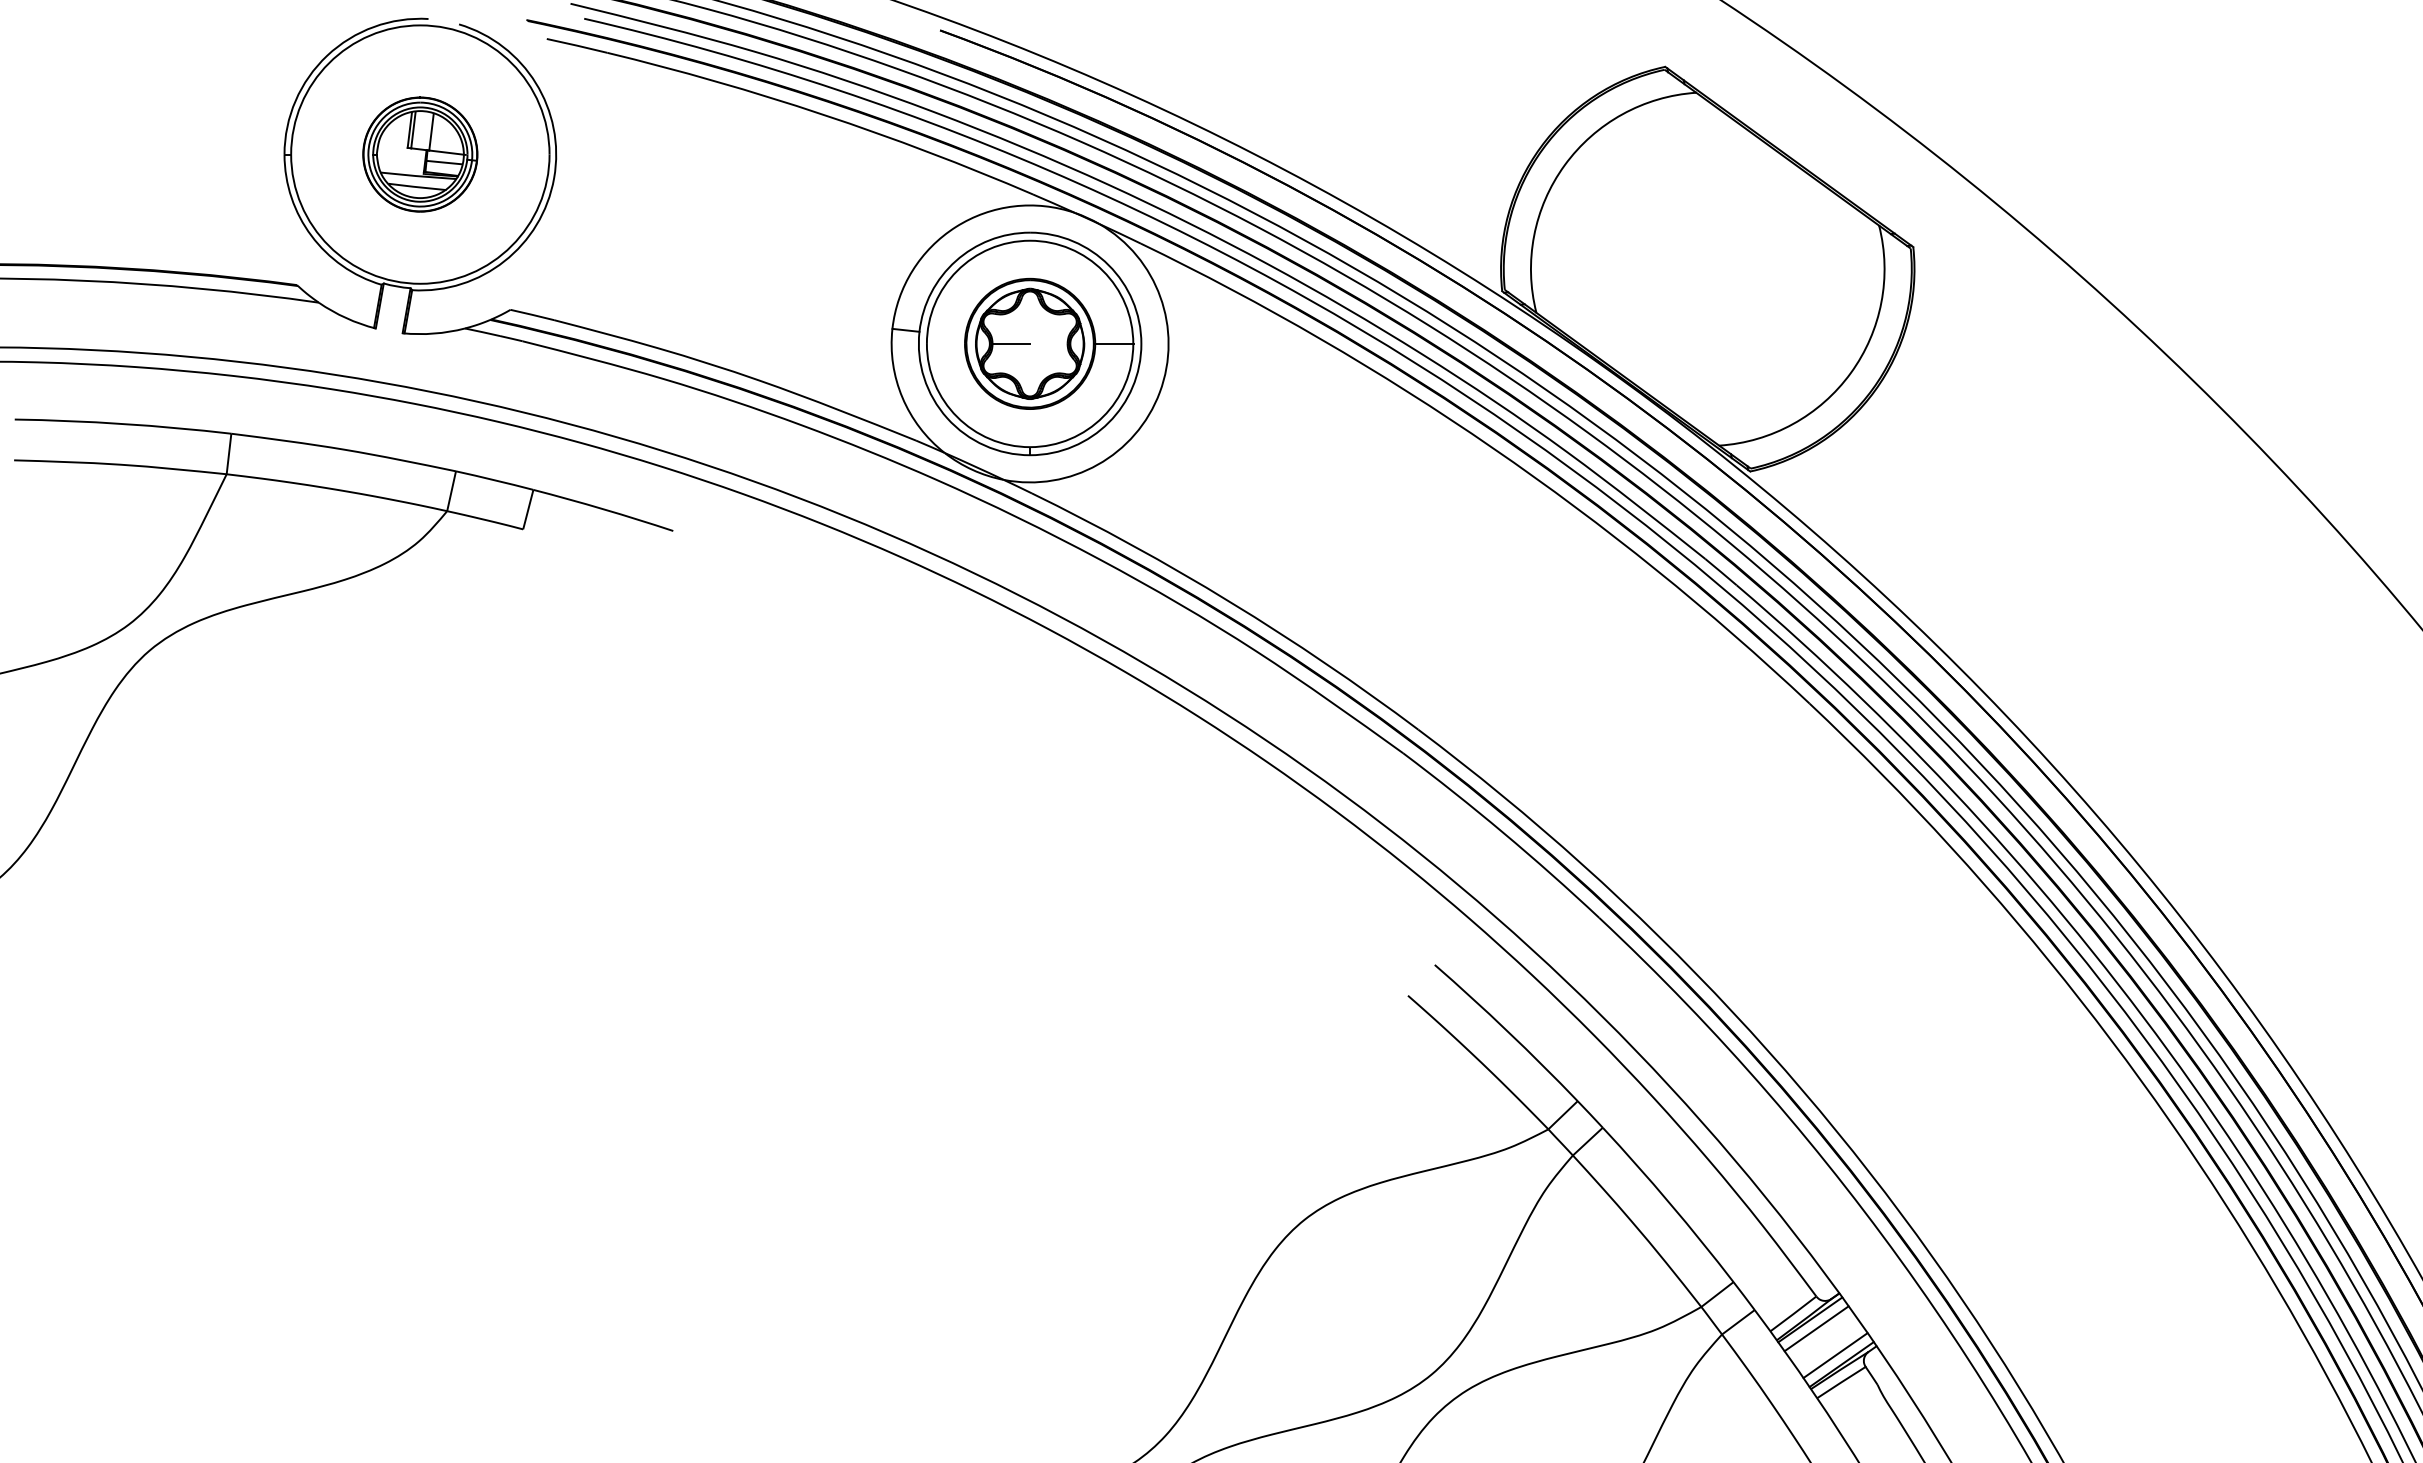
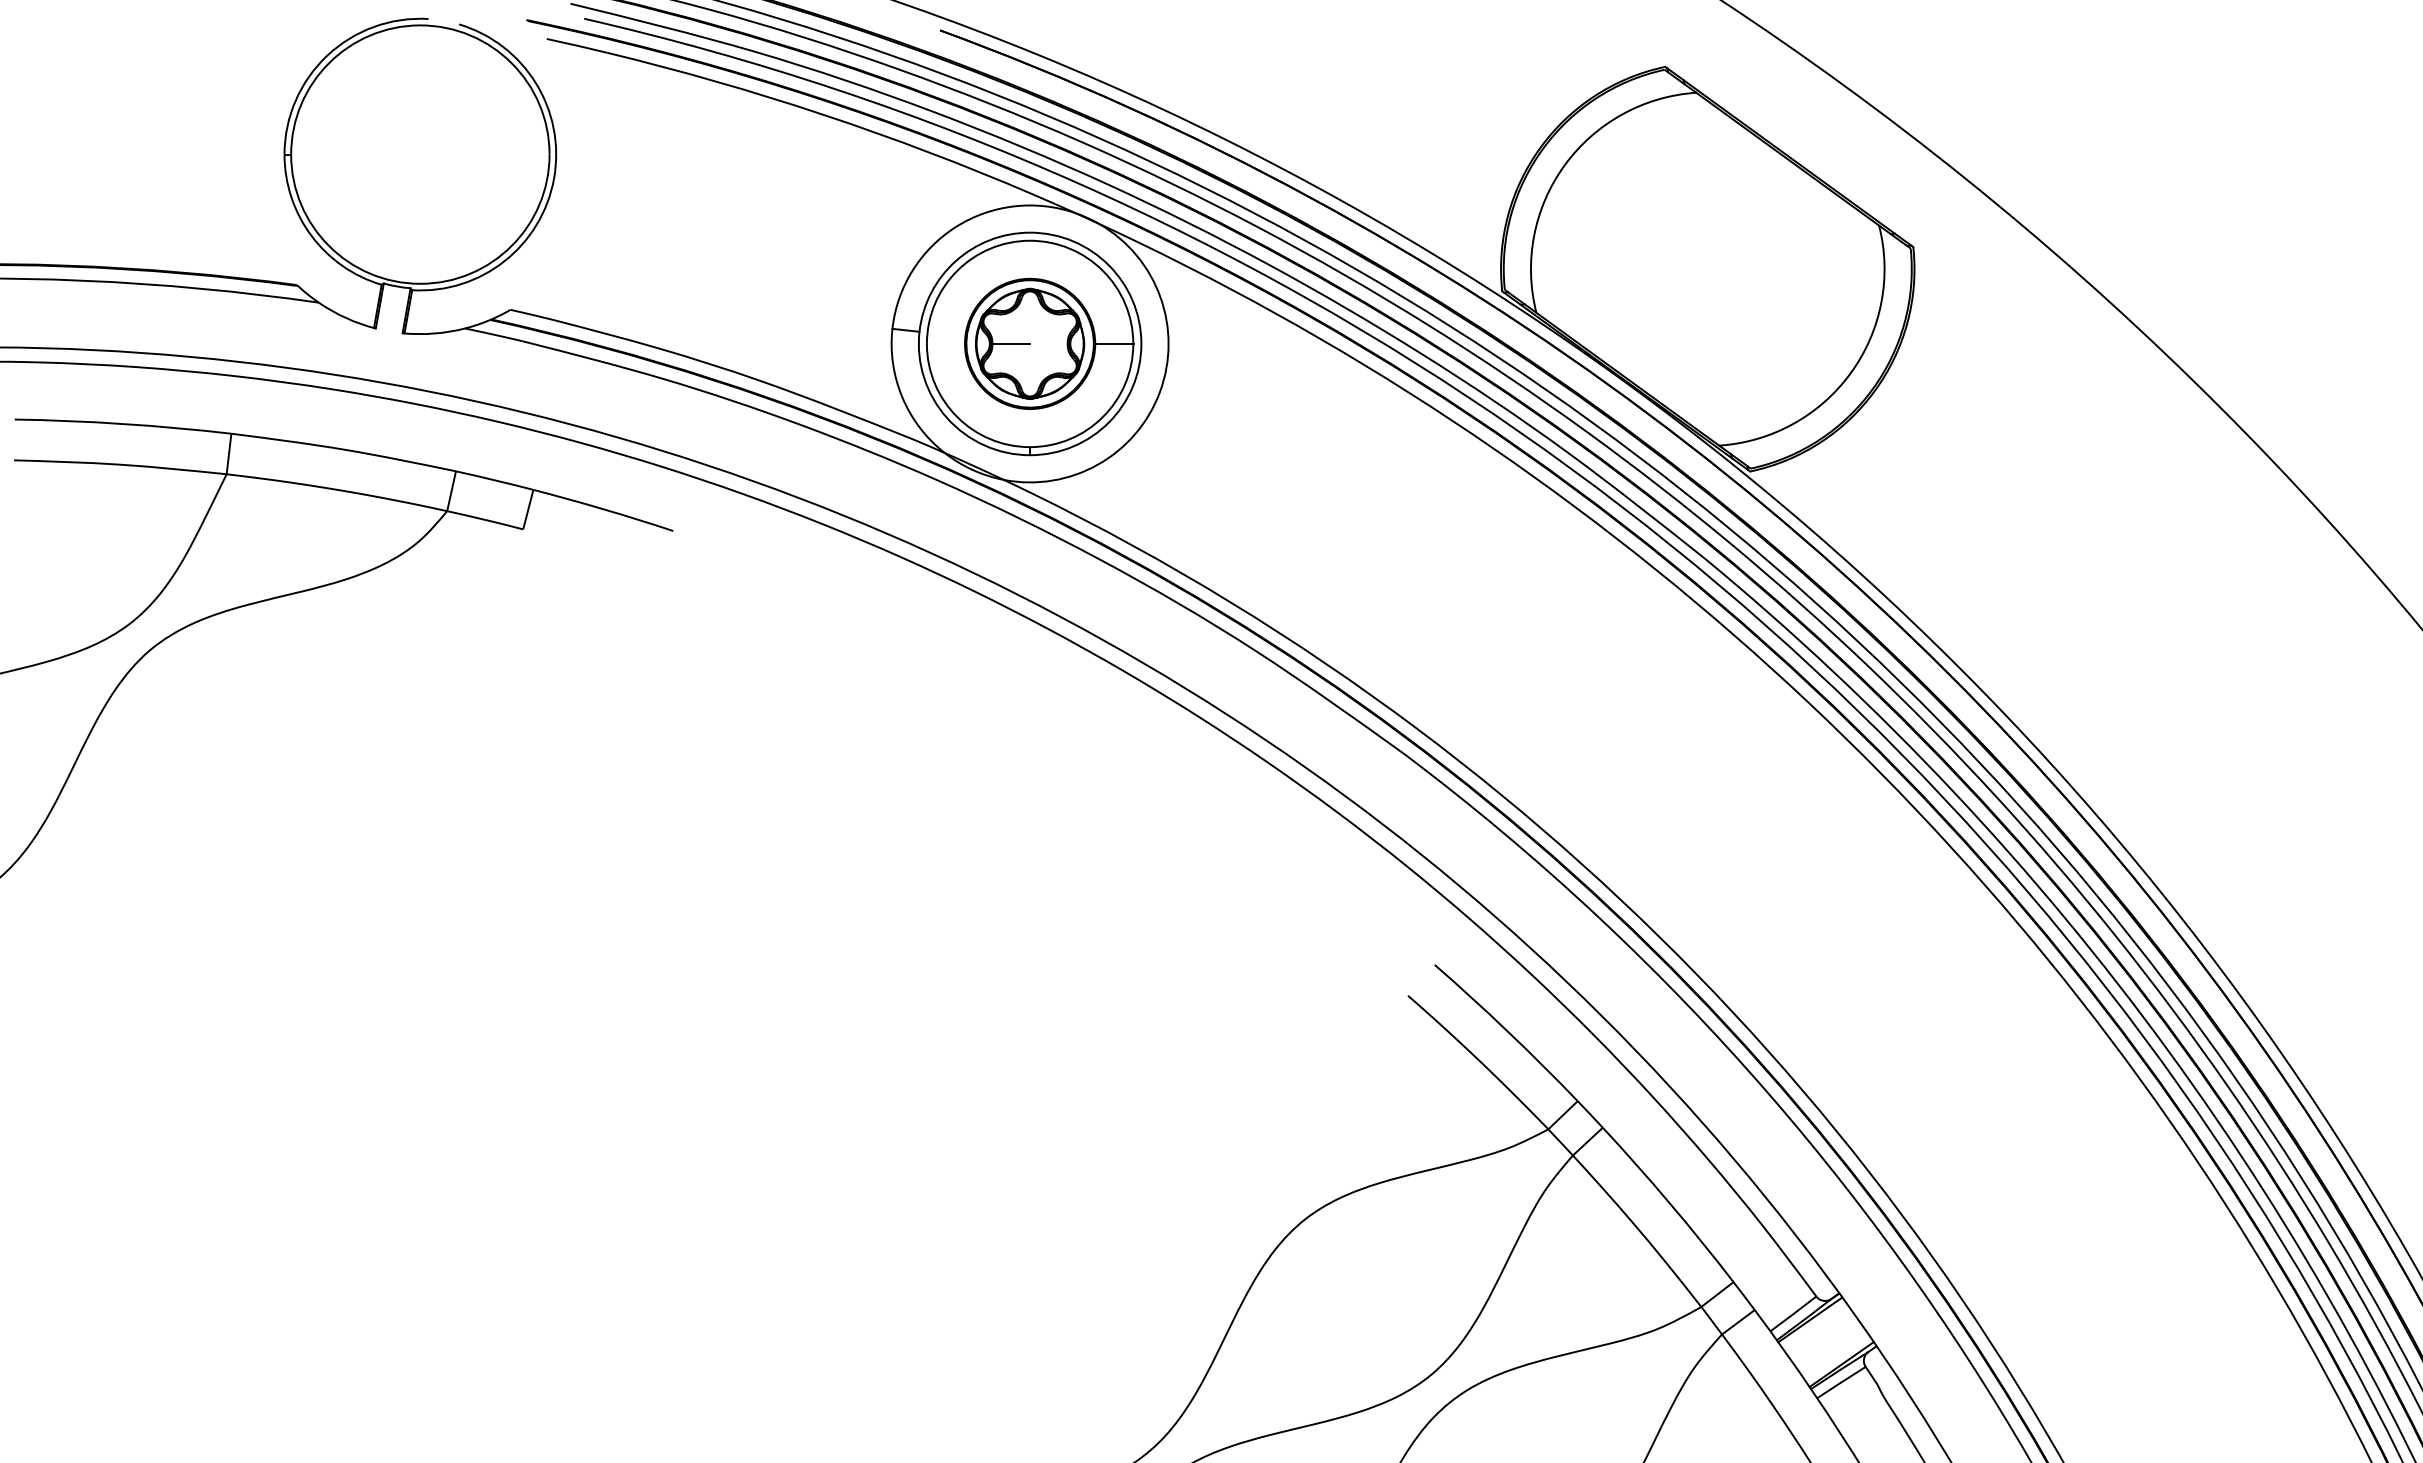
part at (420, 154): present -> none
line at (1816, 1328): present -> none
line at (1835, 1355): present -> none
